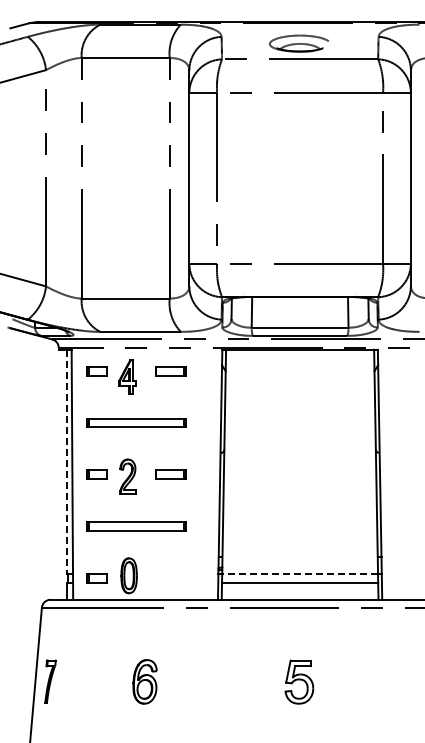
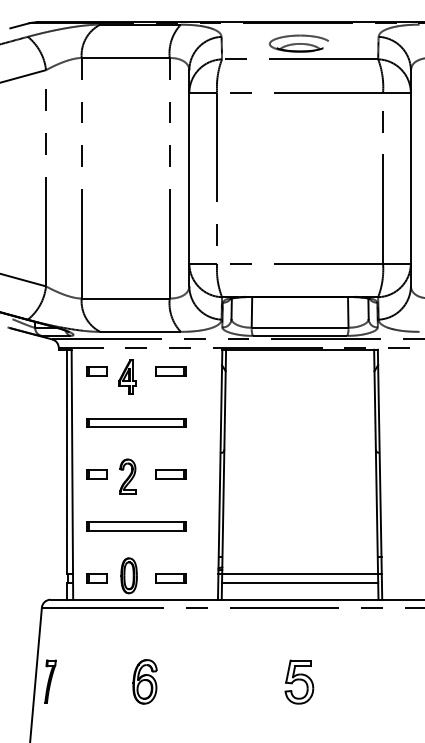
line at (67, 462): dashed -> solid
line at (300, 573): dashed -> solid
part at (170, 578): none -> present
